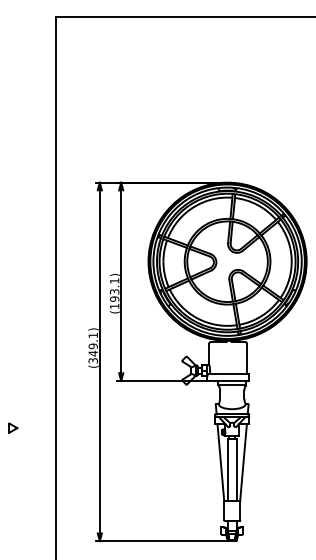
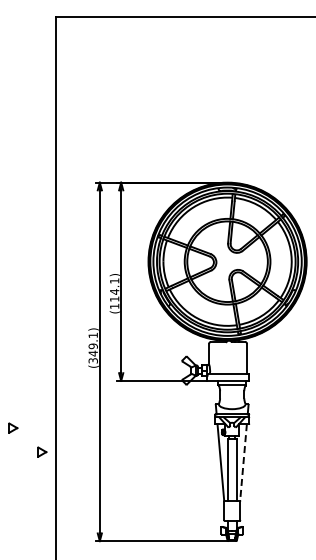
text at (114, 295): (193.1) -> (114.1)
part at (42, 451): none -> present
line at (243, 462): solid -> dashed
